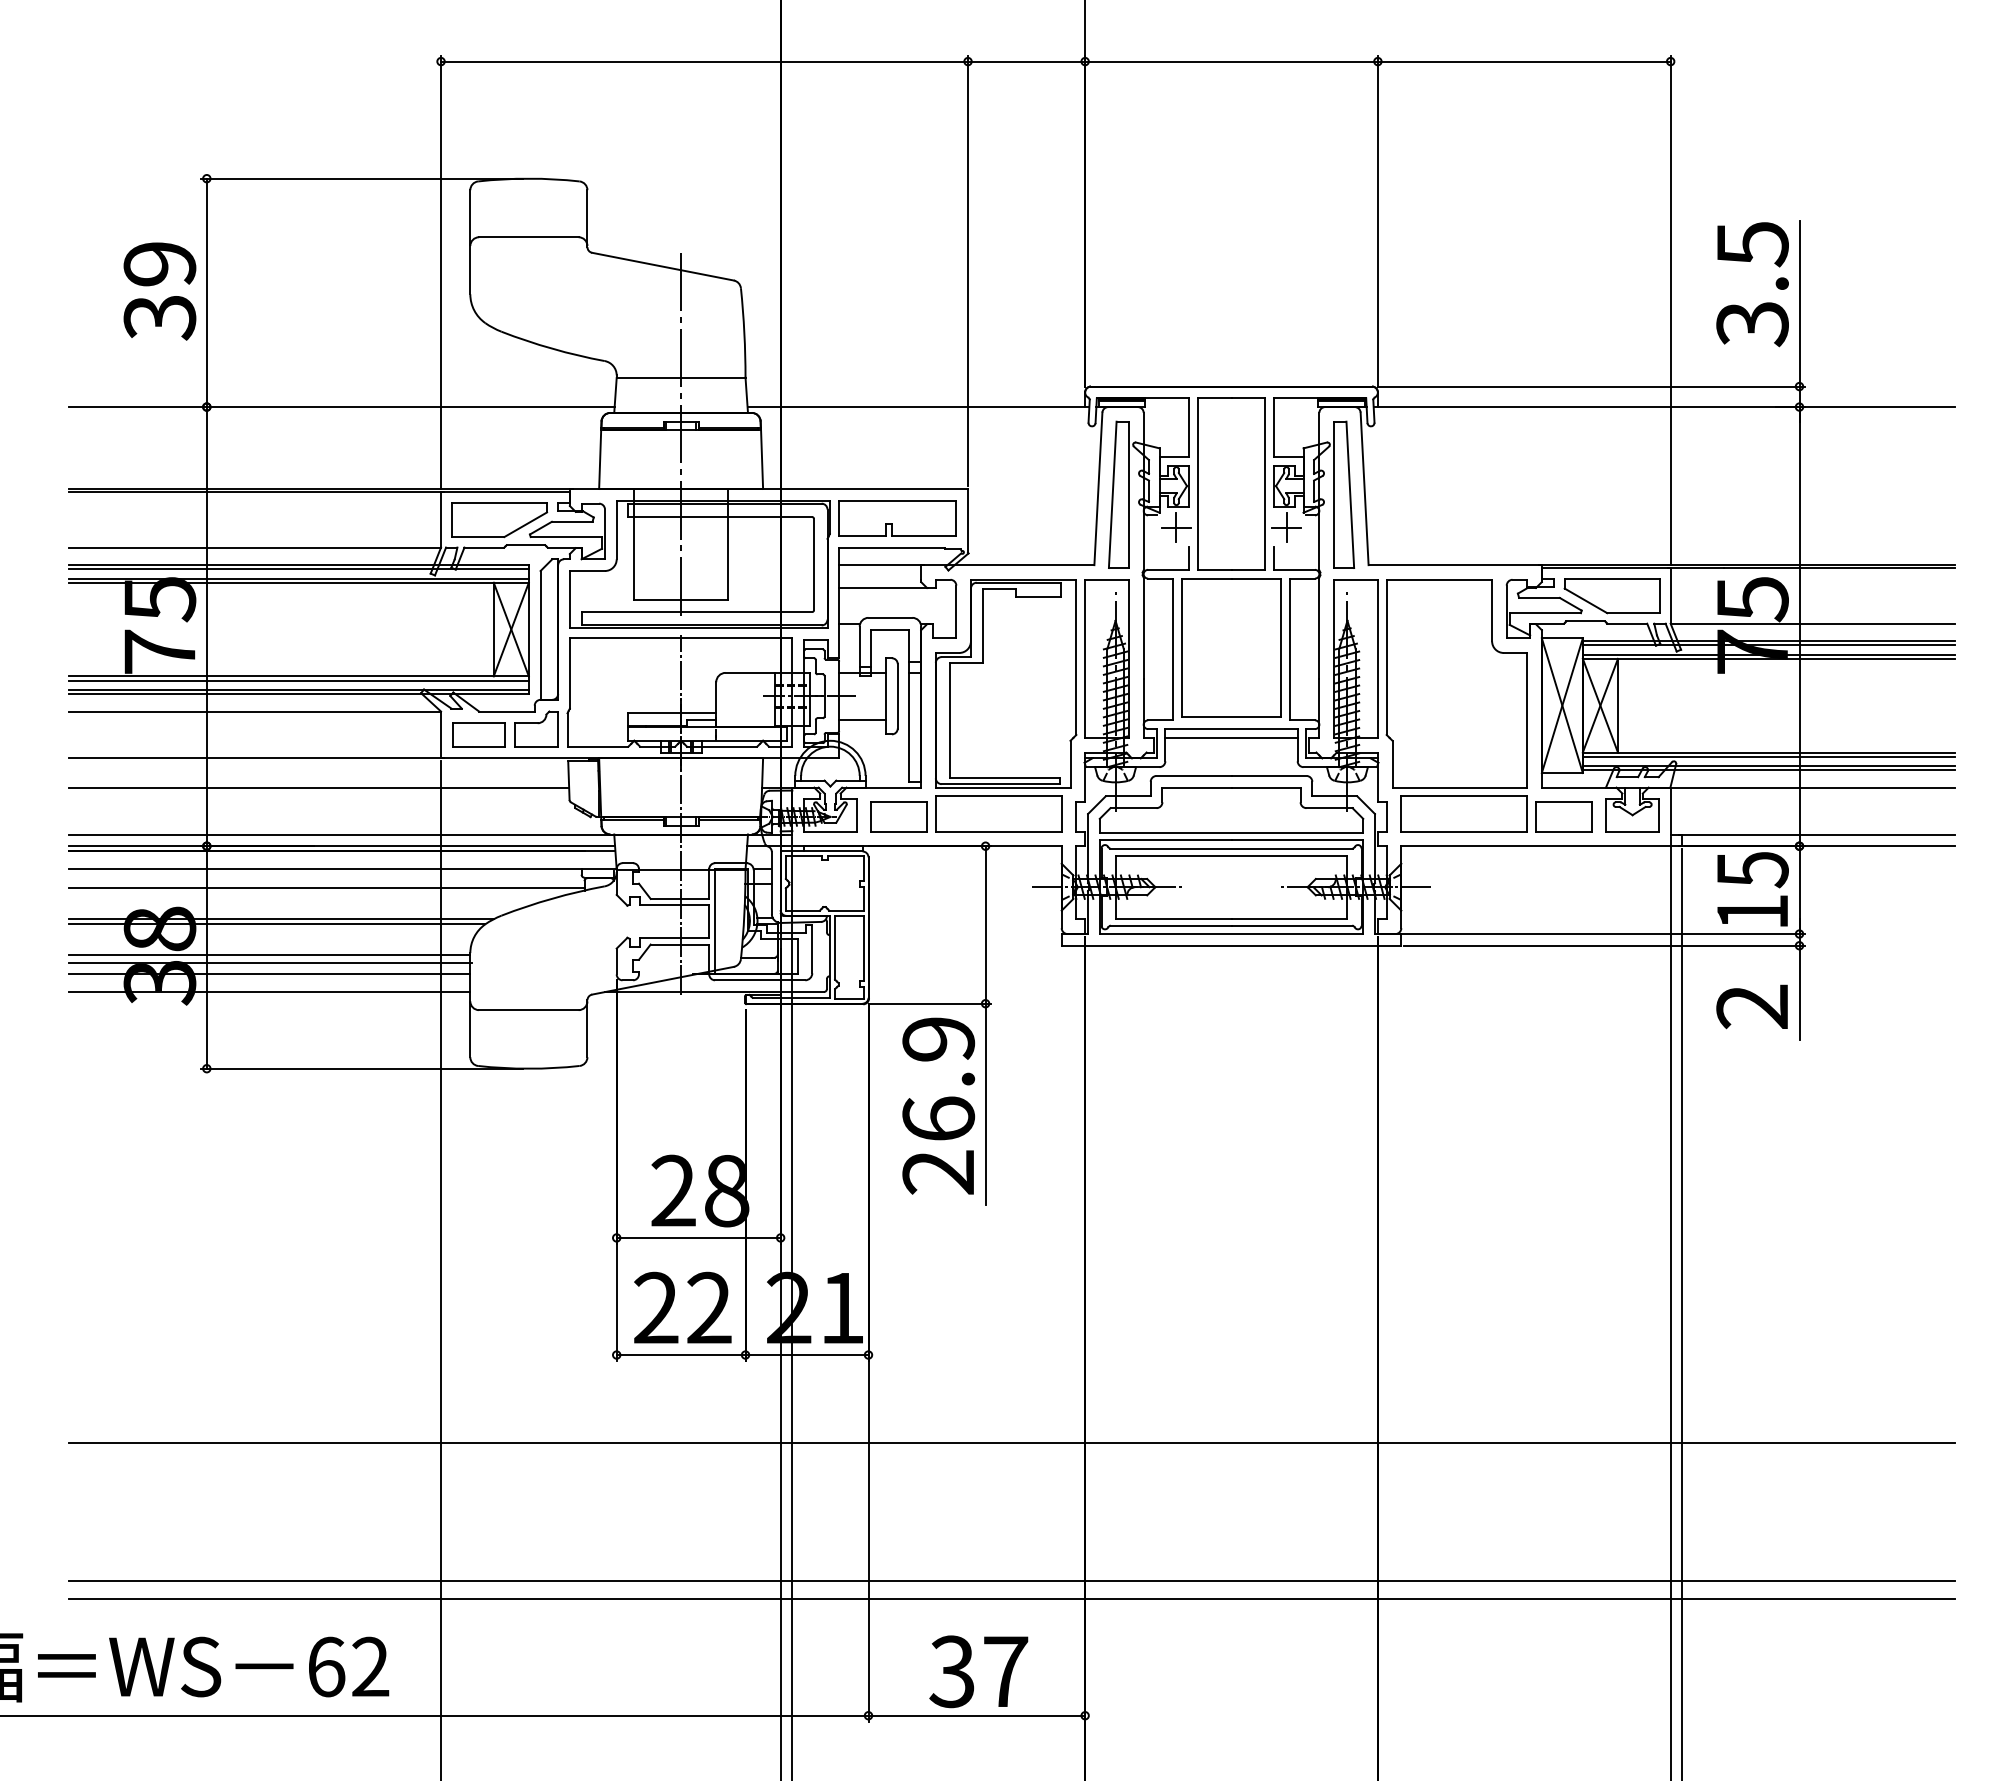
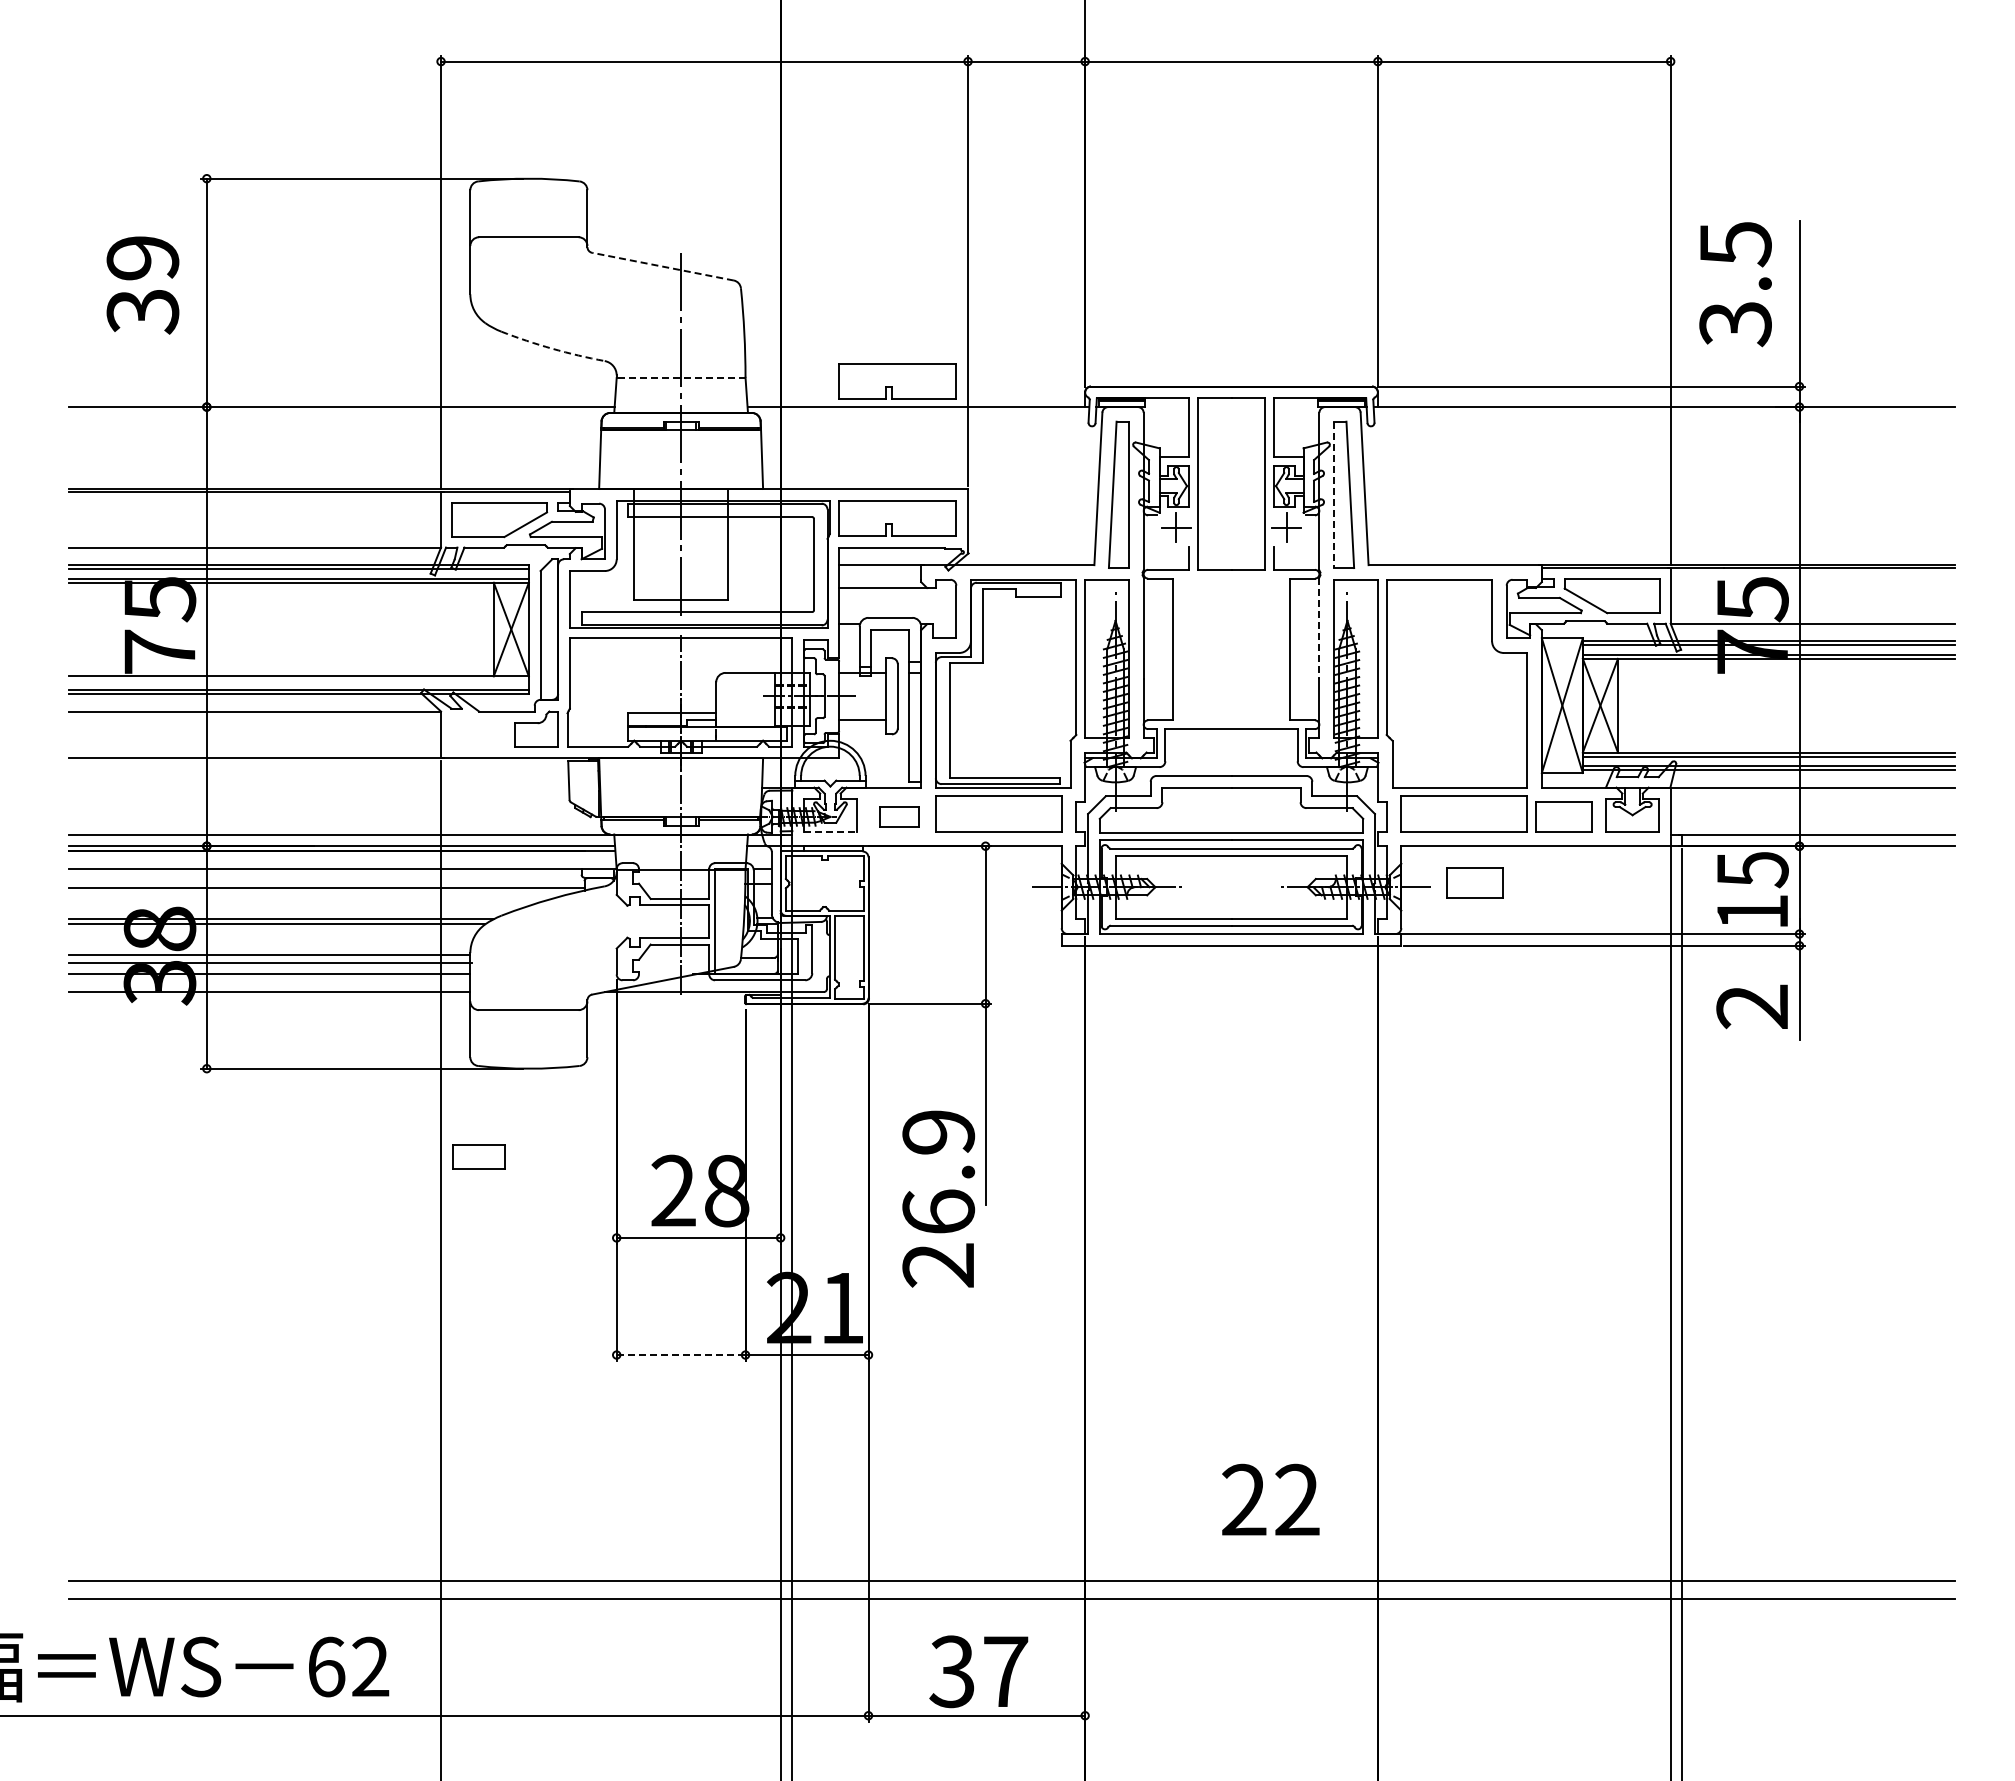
line at (662, 266): solid -> dashed
text at (1752, 284) position: (1752, 284) -> (1735, 284)
text at (159, 291) position: (159, 291) -> (142, 285)
arc at (552, 348): solid -> dashed
line at (680, 377): solid -> dashed
part at (897, 381): none -> present
line at (1333, 495): solid -> dashed
line at (1319, 628): solid -> dashed
part at (1231, 647): present -> none
line at (298, 680): present -> none
part at (478, 734) position: (478, 734) -> (478, 1156)
line at (1231, 737): present -> none
line at (319, 787): present -> none
part at (898, 816) size: 58x32 px -> 41x22 px
line at (830, 831): solid -> dashed
part at (1474, 882): none -> present
text at (938, 1105) position: (938, 1105) -> (938, 1198)
text at (682, 1307) position: (682, 1307) -> (1270, 1499)
line at (681, 1355): solid -> dashed
line at (1011, 1443): present -> none
